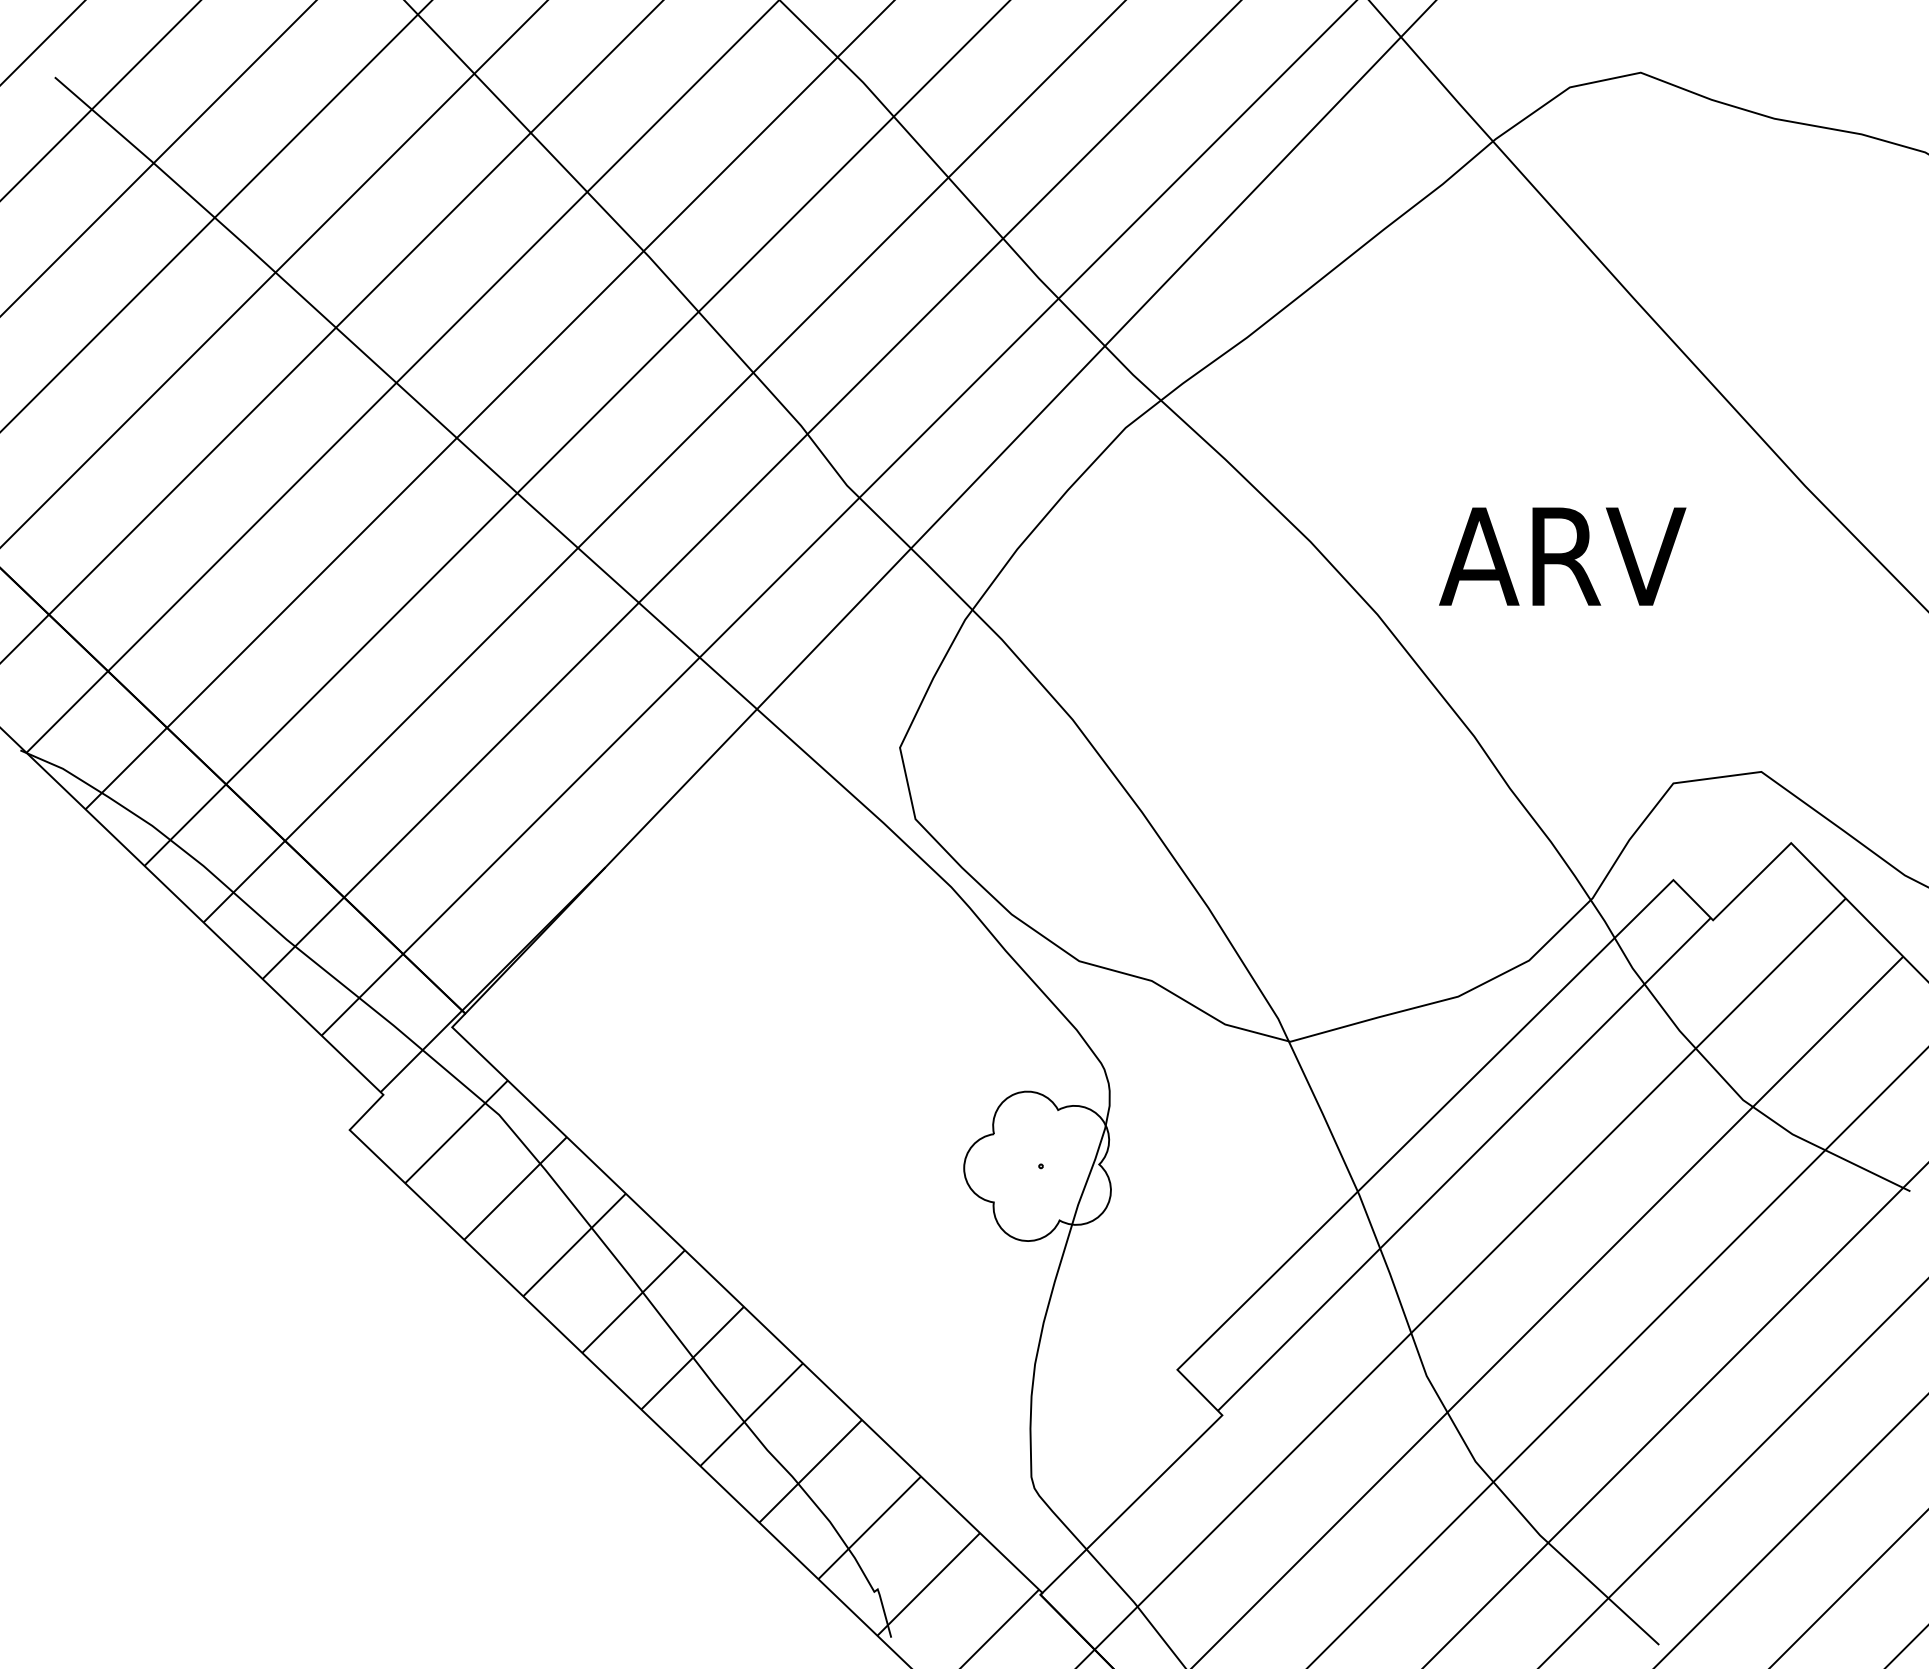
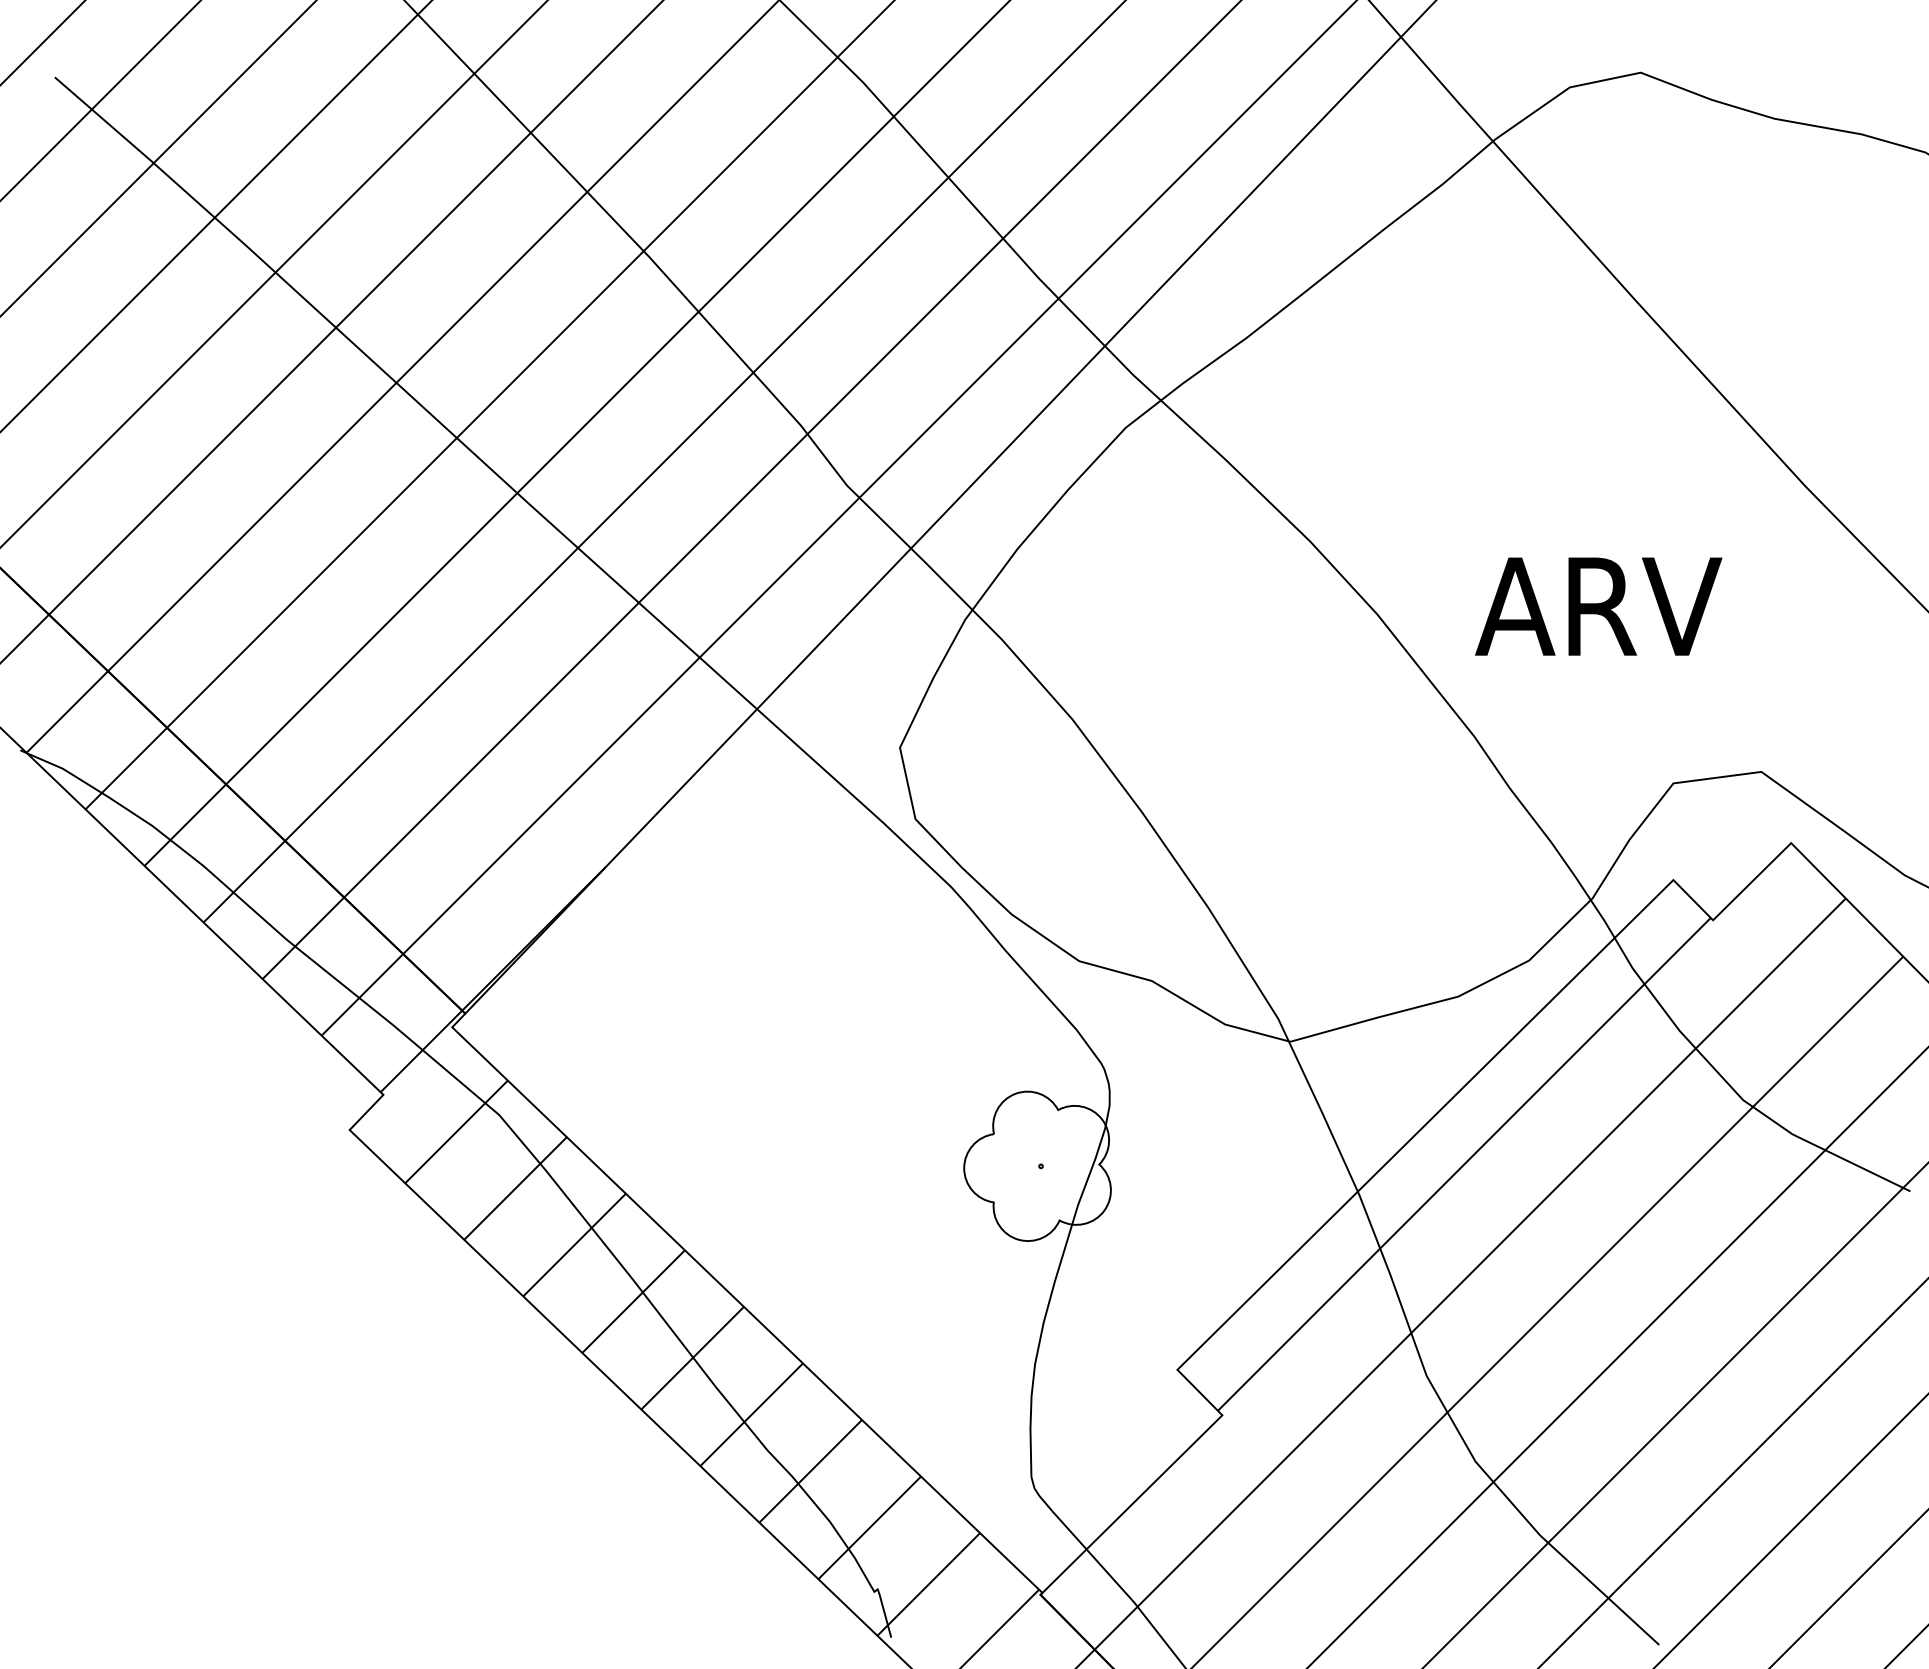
text at (1562, 556) position: (1562, 556) -> (1598, 606)
